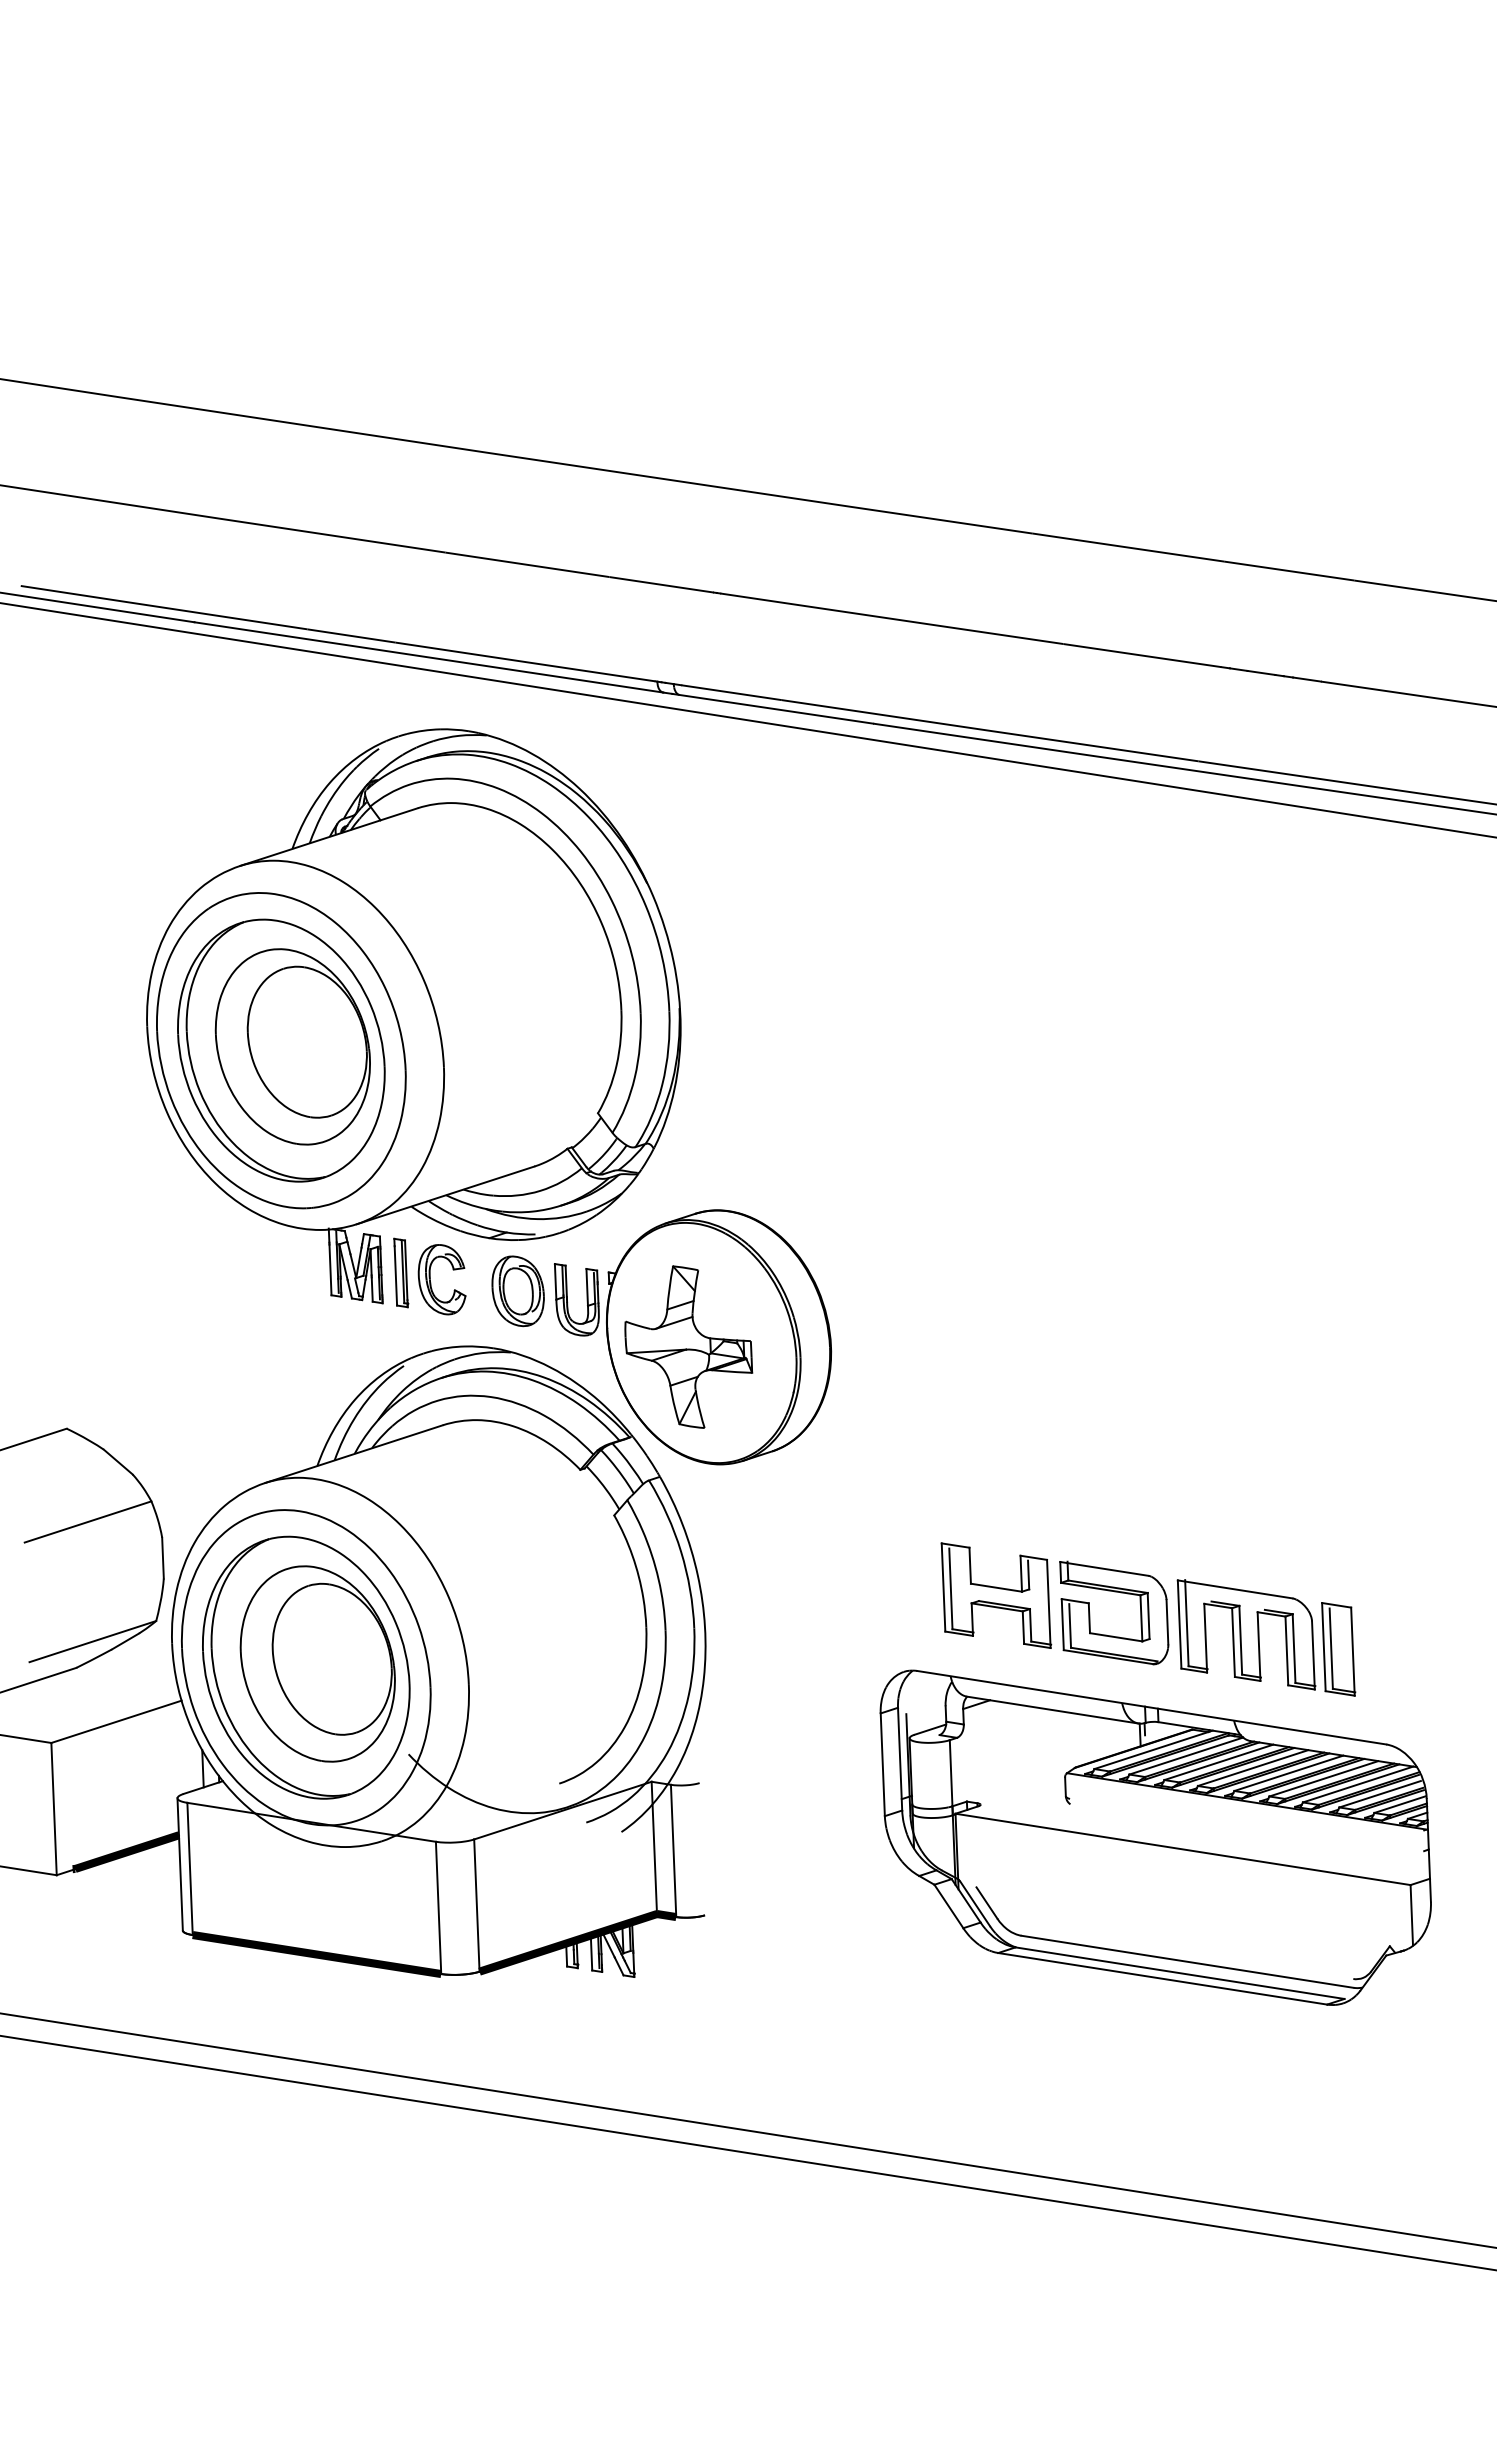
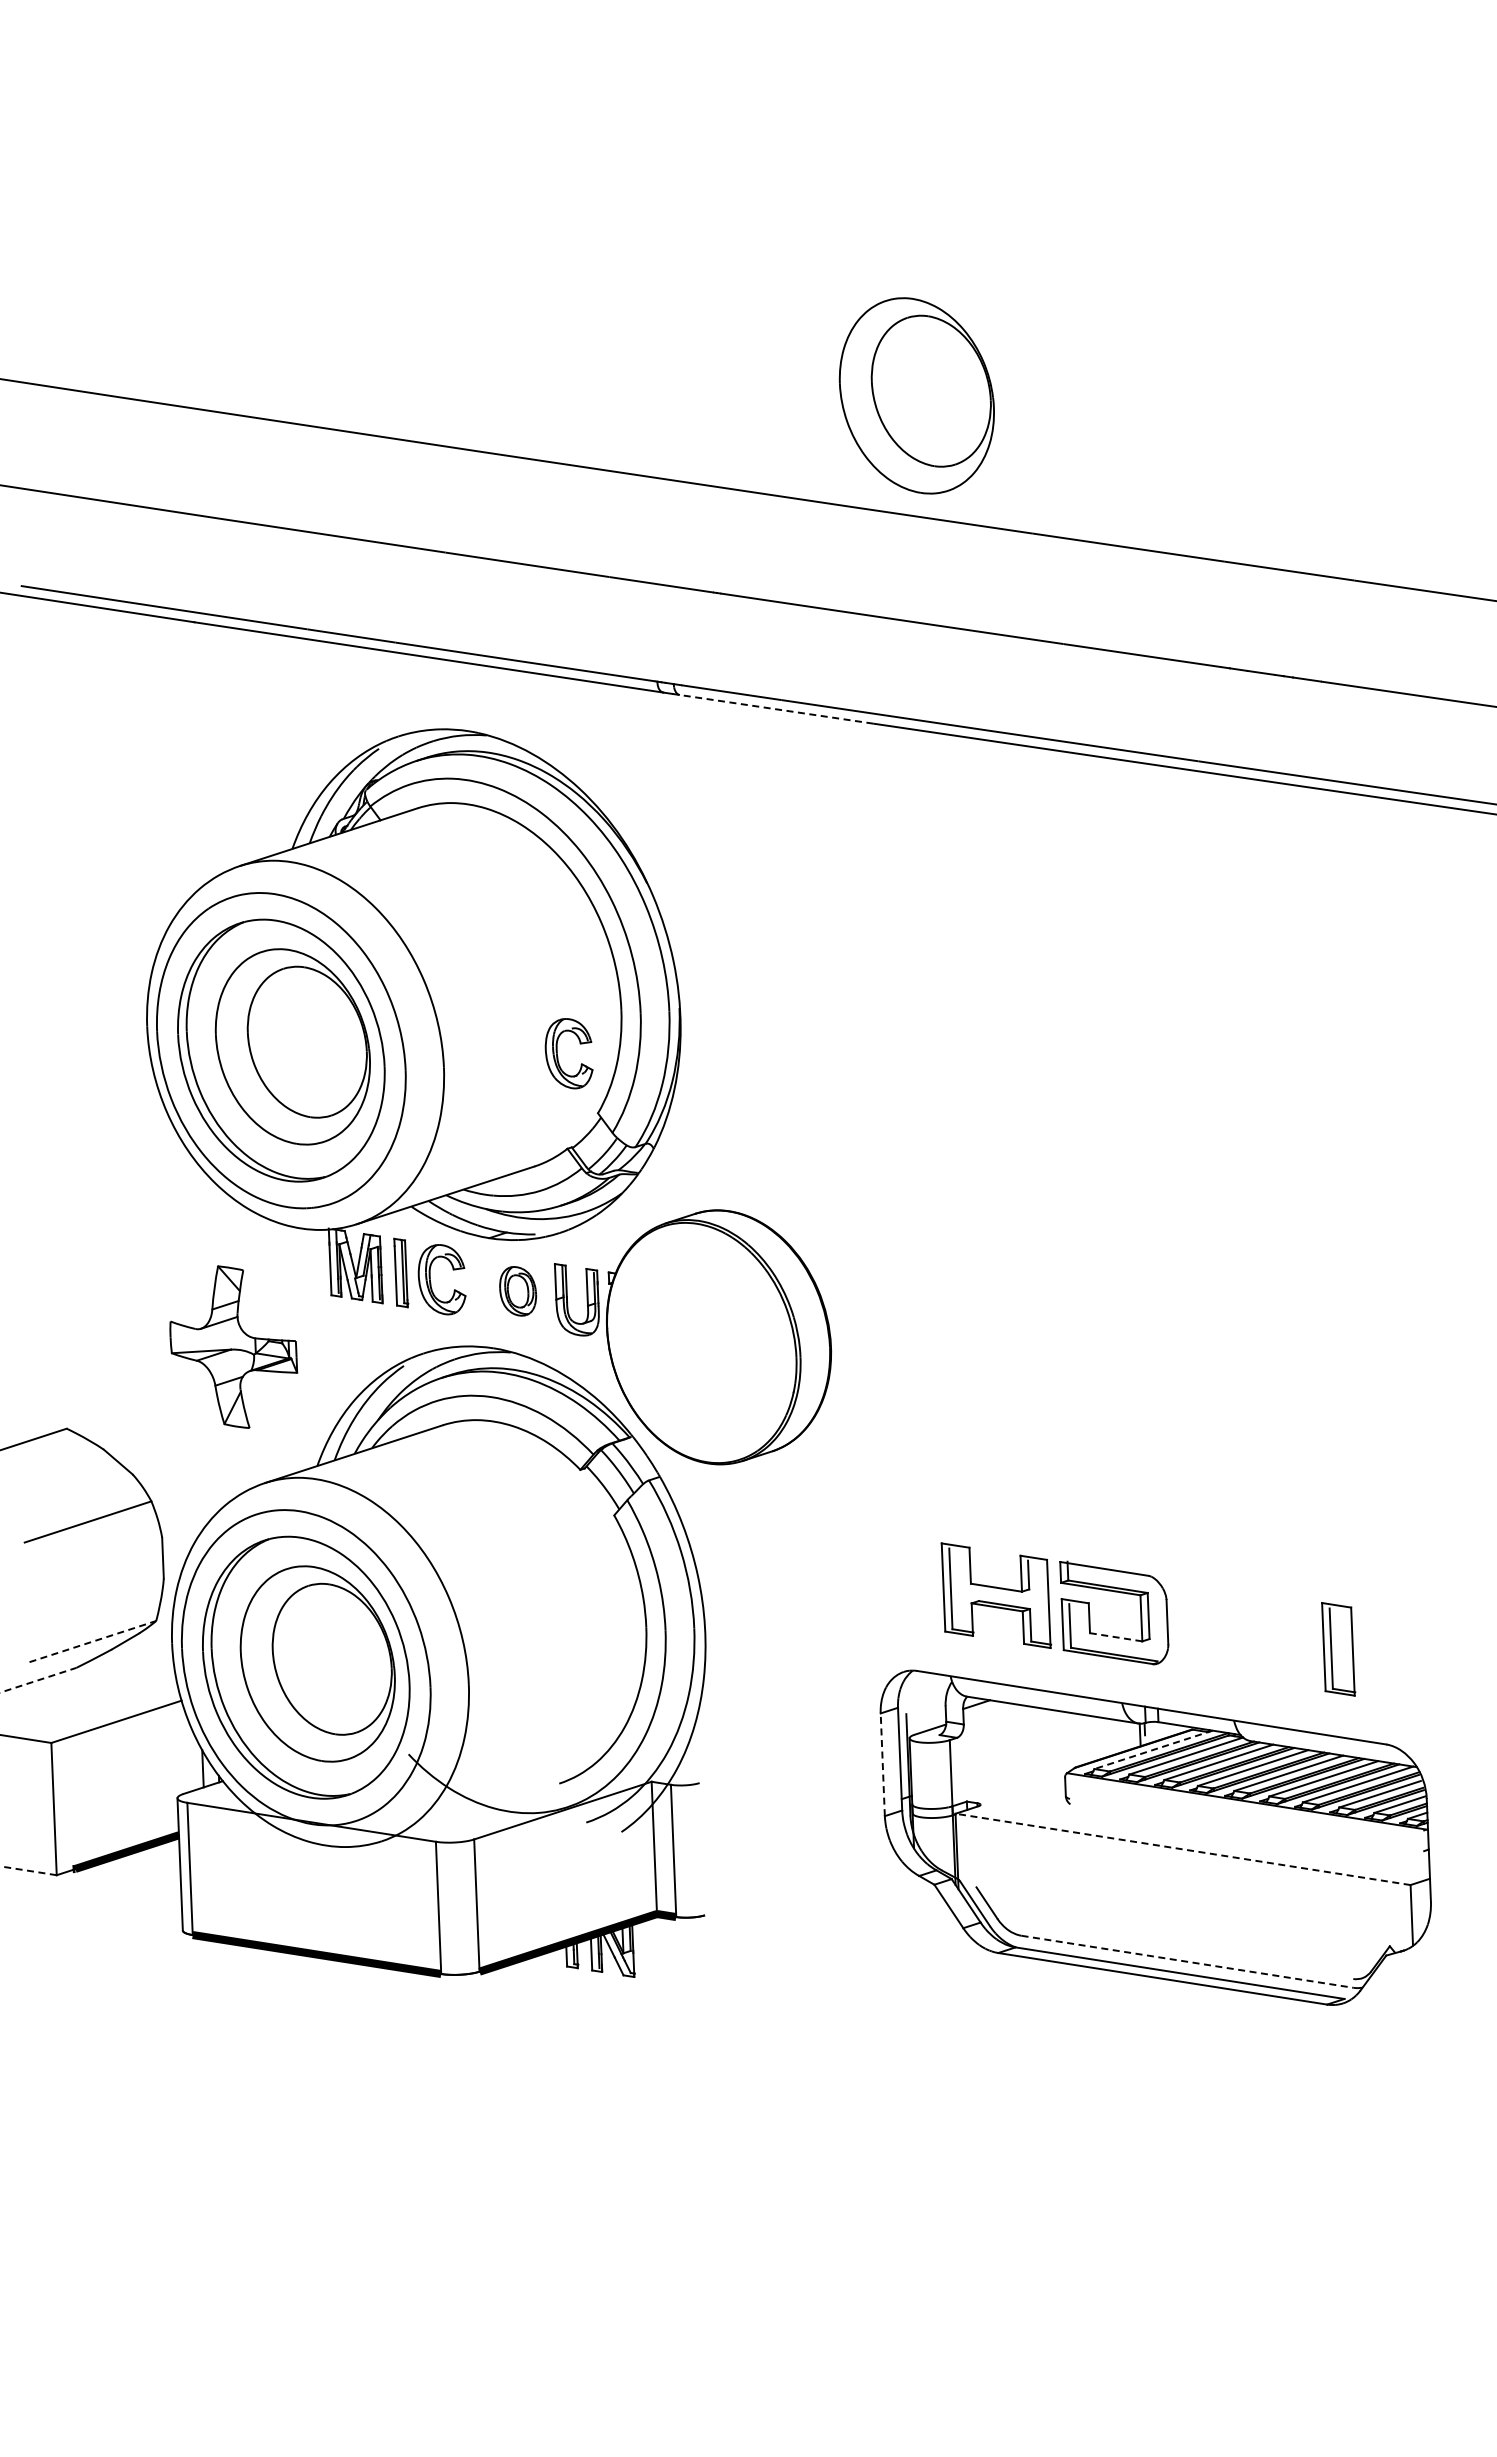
part at (916, 395): none -> present
line at (772, 708): solid -> dashed
line at (747, 720): present -> none
part at (558, 1056): none -> present
part at (517, 1291) size: 54x73 px -> 39x51 px
part at (688, 1346) position: (688, 1346) -> (233, 1346)
part at (1246, 1634): present -> none
line at (1115, 1637): solid -> dashed
line at (92, 1641): solid -> dashed
line at (38, 1680): solid -> dashed
line at (1153, 1750): solid -> dashed
line at (882, 1764): solid -> dashed
line at (1182, 1849): solid -> dashed
line at (28, 1870): solid -> dashed
line at (1188, 1961): solid -> dashed
line at (747, 2130): present -> none
line at (747, 2152): present -> none
